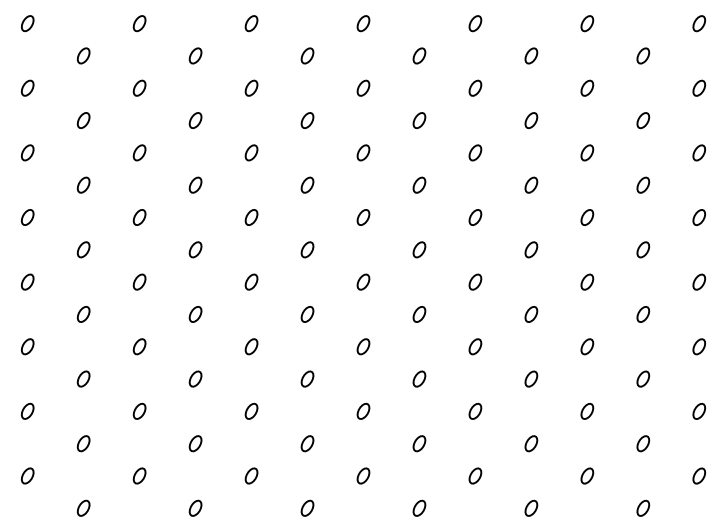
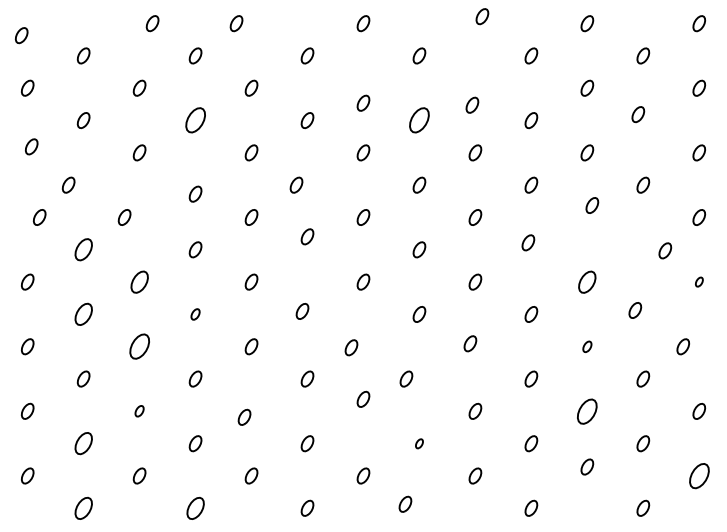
part at (27, 23) position: (27, 23) -> (21, 35)
part at (139, 23) position: (139, 23) -> (152, 23)
part at (251, 23) position: (251, 23) -> (236, 23)
part at (475, 23) position: (475, 23) -> (482, 16)
part at (363, 87) position: (363, 87) -> (363, 102)
part at (475, 87) position: (475, 87) -> (472, 104)
part at (195, 120) size: 15x18 px -> 21x27 px
part at (419, 120) size: 15x18 px -> 21x27 px
part at (643, 120) position: (643, 120) -> (638, 114)
part at (27, 152) position: (27, 152) -> (31, 146)
part at (83, 184) position: (83, 184) -> (68, 184)
part at (195, 184) position: (195, 184) -> (195, 193)
part at (307, 184) position: (307, 184) -> (296, 184)
part at (27, 217) position: (27, 217) -> (39, 217)
part at (139, 217) position: (139, 217) -> (124, 217)
part at (587, 217) position: (587, 217) -> (592, 205)
part at (83, 249) size: 15x18 px -> 19x24 px
part at (307, 249) position: (307, 249) -> (307, 236)
part at (531, 249) position: (531, 249) -> (528, 242)
part at (643, 249) position: (643, 249) -> (665, 250)
part at (139, 281) size: 15x18 px -> 19x24 px
part at (587, 281) size: 15x18 px -> 19x24 px
part at (699, 281) size: 15x18 px -> 9x12 px
part at (83, 314) size: 15x17 px -> 19x24 px
part at (195, 314) size: 15x17 px -> 11x13 px
part at (307, 314) position: (307, 314) -> (302, 311)
part at (643, 314) position: (643, 314) -> (635, 310)
part at (139, 346) size: 15x18 px -> 21x27 px
part at (363, 346) position: (363, 346) -> (351, 347)
part at (475, 346) position: (475, 346) -> (470, 343)
part at (587, 346) size: 15x18 px -> 11x13 px
part at (698, 346) position: (698, 346) -> (682, 346)
part at (419, 378) position: (419, 378) -> (406, 378)
part at (139, 410) size: 15x18 px -> 11x13 px
part at (251, 410) position: (251, 410) -> (244, 416)
part at (363, 410) position: (363, 410) -> (363, 398)
part at (587, 410) size: 15x18 px -> 21x27 px
part at (83, 443) size: 15x18 px -> 19x24 px
part at (419, 443) size: 15x18 px -> 9x12 px
part at (587, 475) position: (587, 475) -> (587, 466)
part at (698, 475) size: 14x18 px -> 21x27 px
part at (83, 507) size: 15x18 px -> 19x23 px
part at (195, 507) size: 15x18 px -> 19x23 px
part at (419, 507) position: (419, 507) -> (405, 503)
